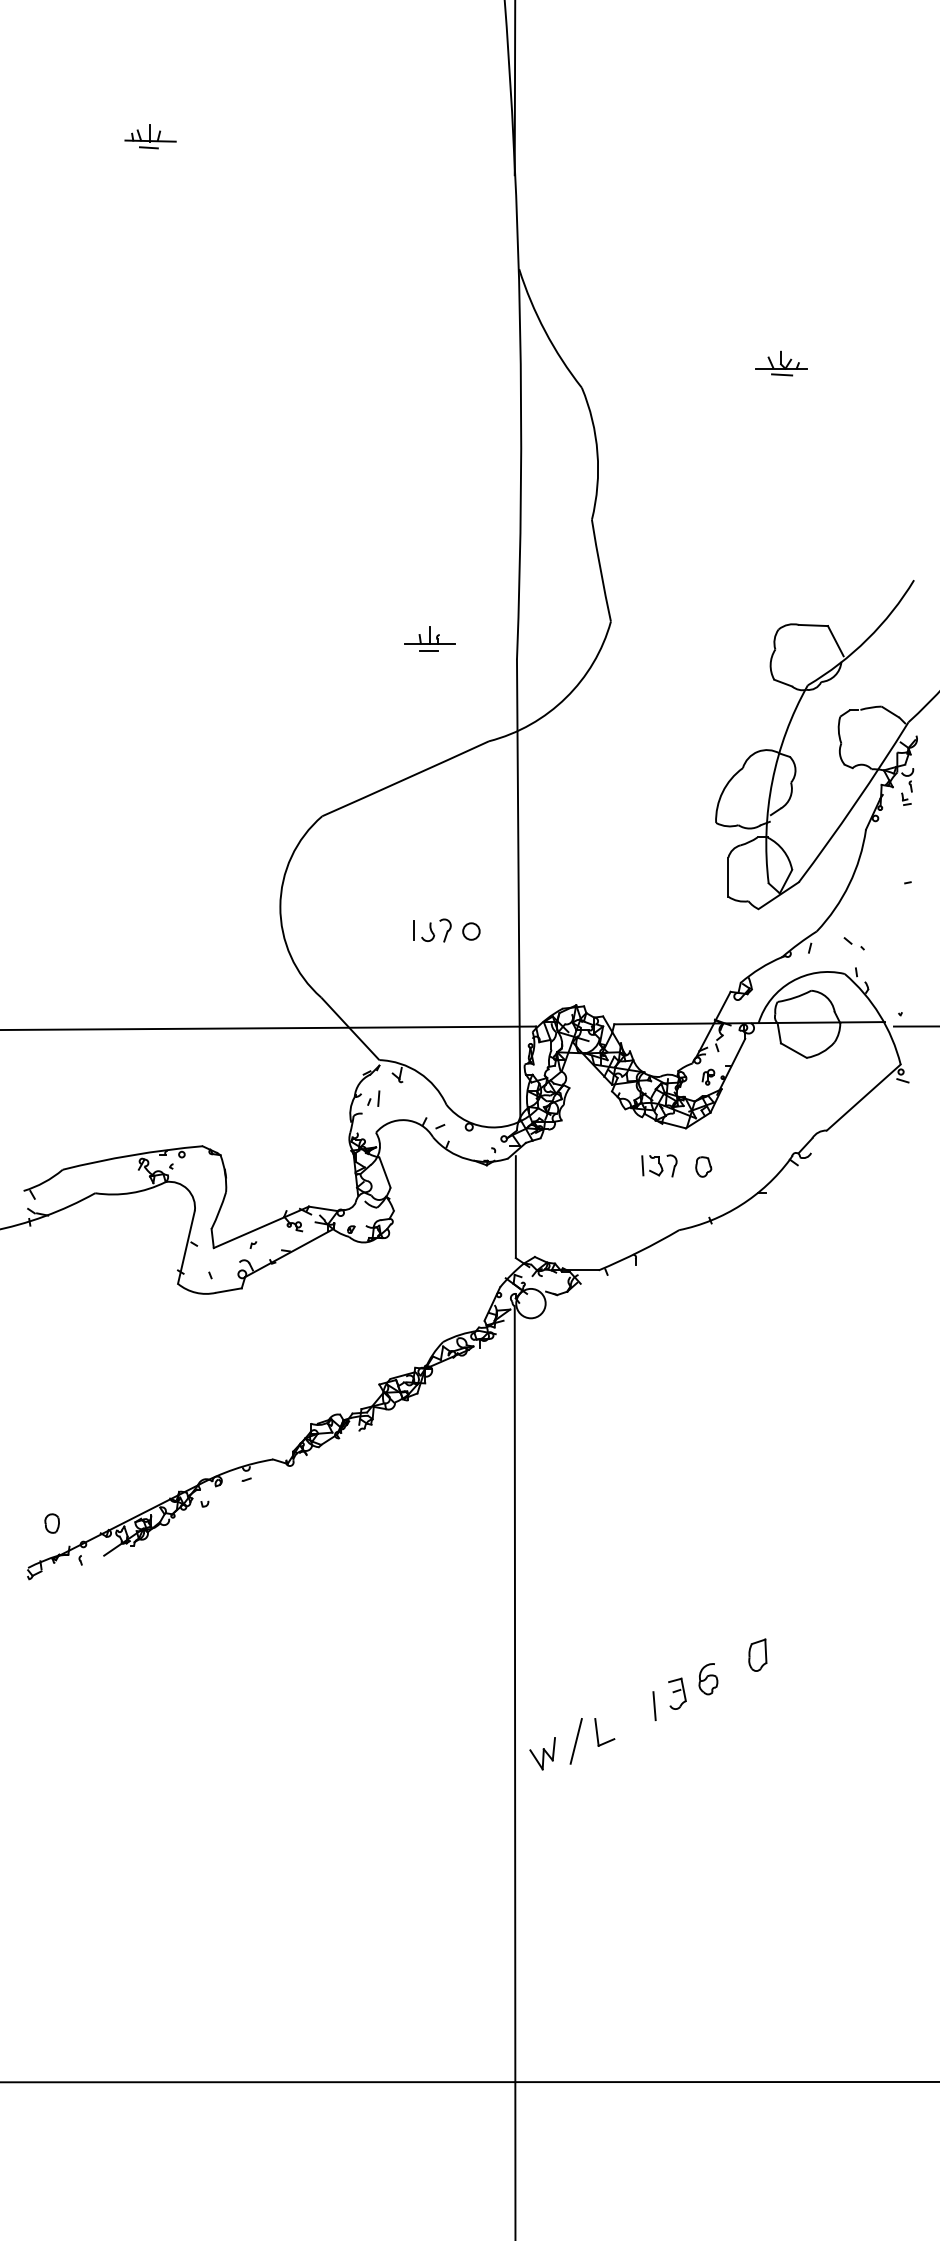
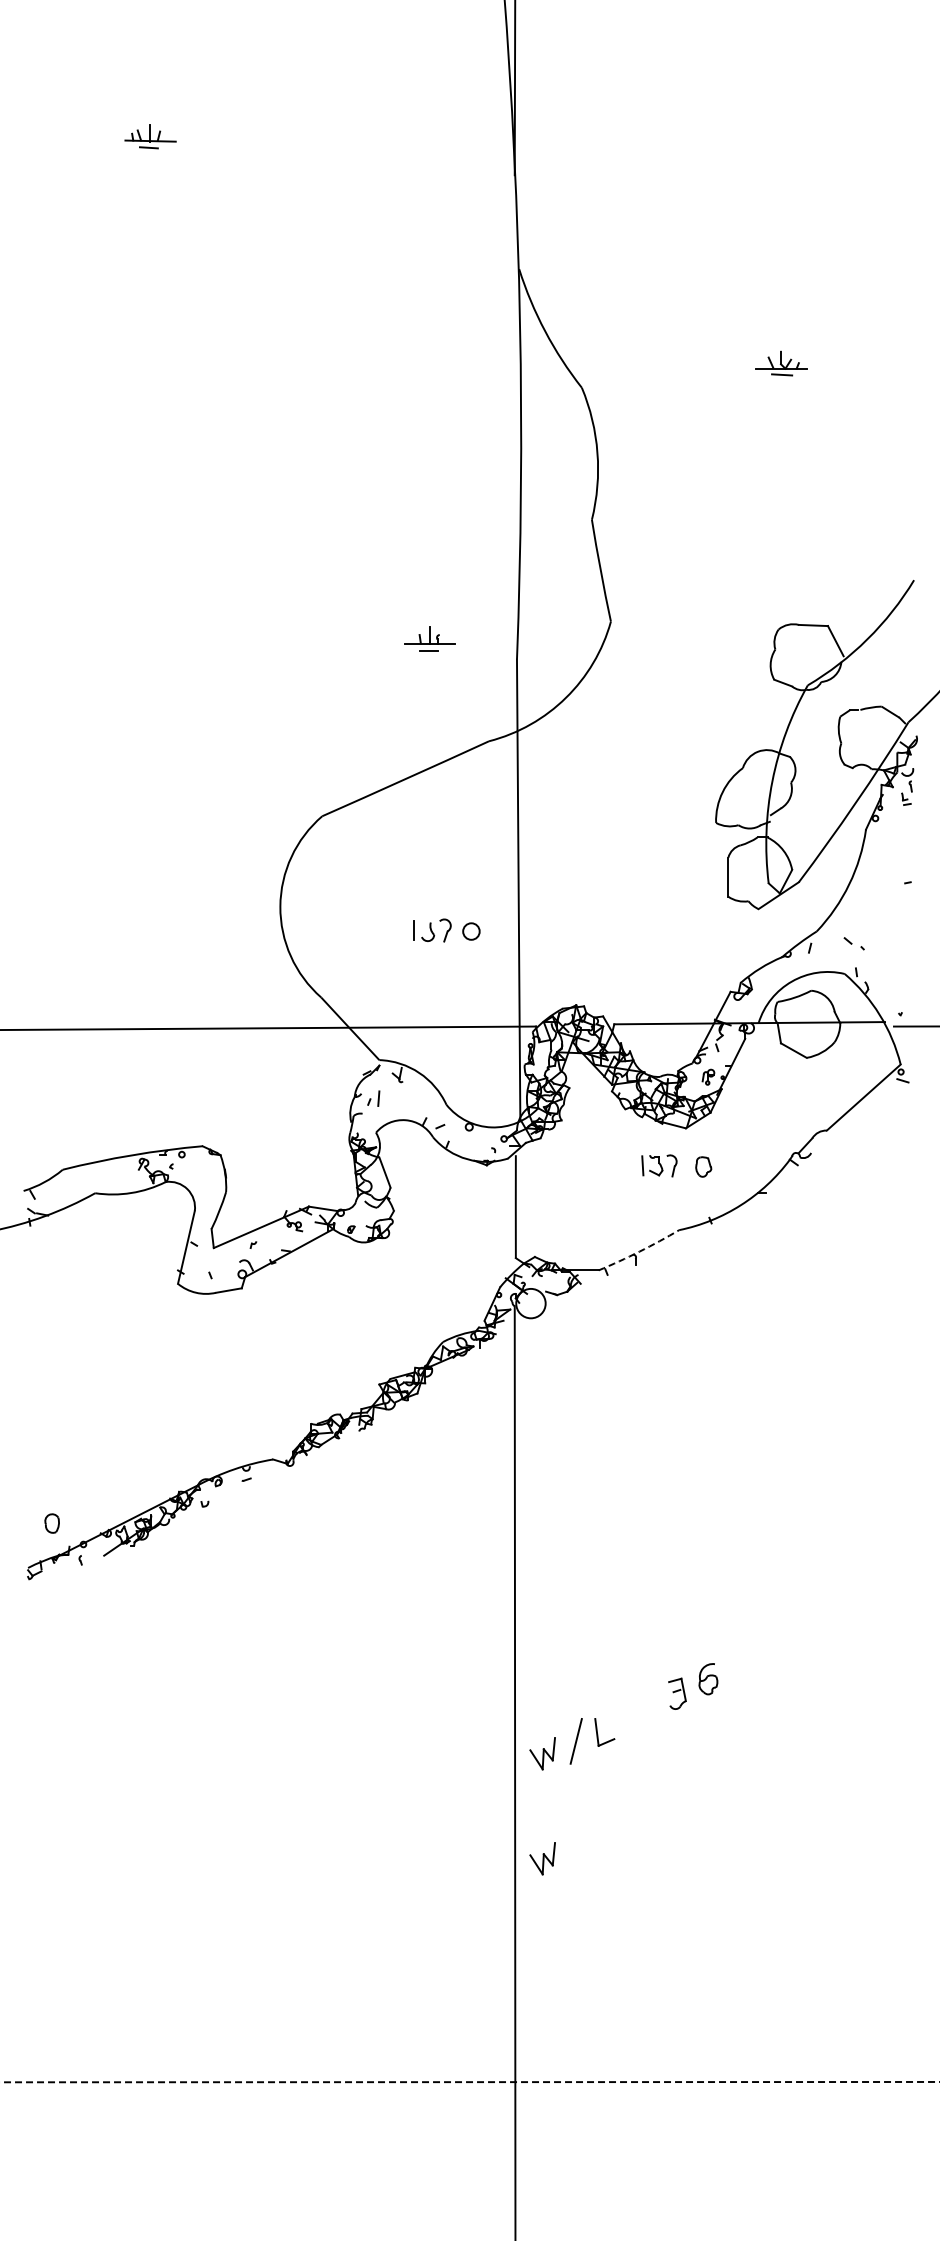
arc at (639, 1251): solid -> dashed
part at (757, 1654): present -> none
line at (654, 1706): present -> none
part at (542, 1858): none -> present
line at (469, 2082): solid -> dashed
